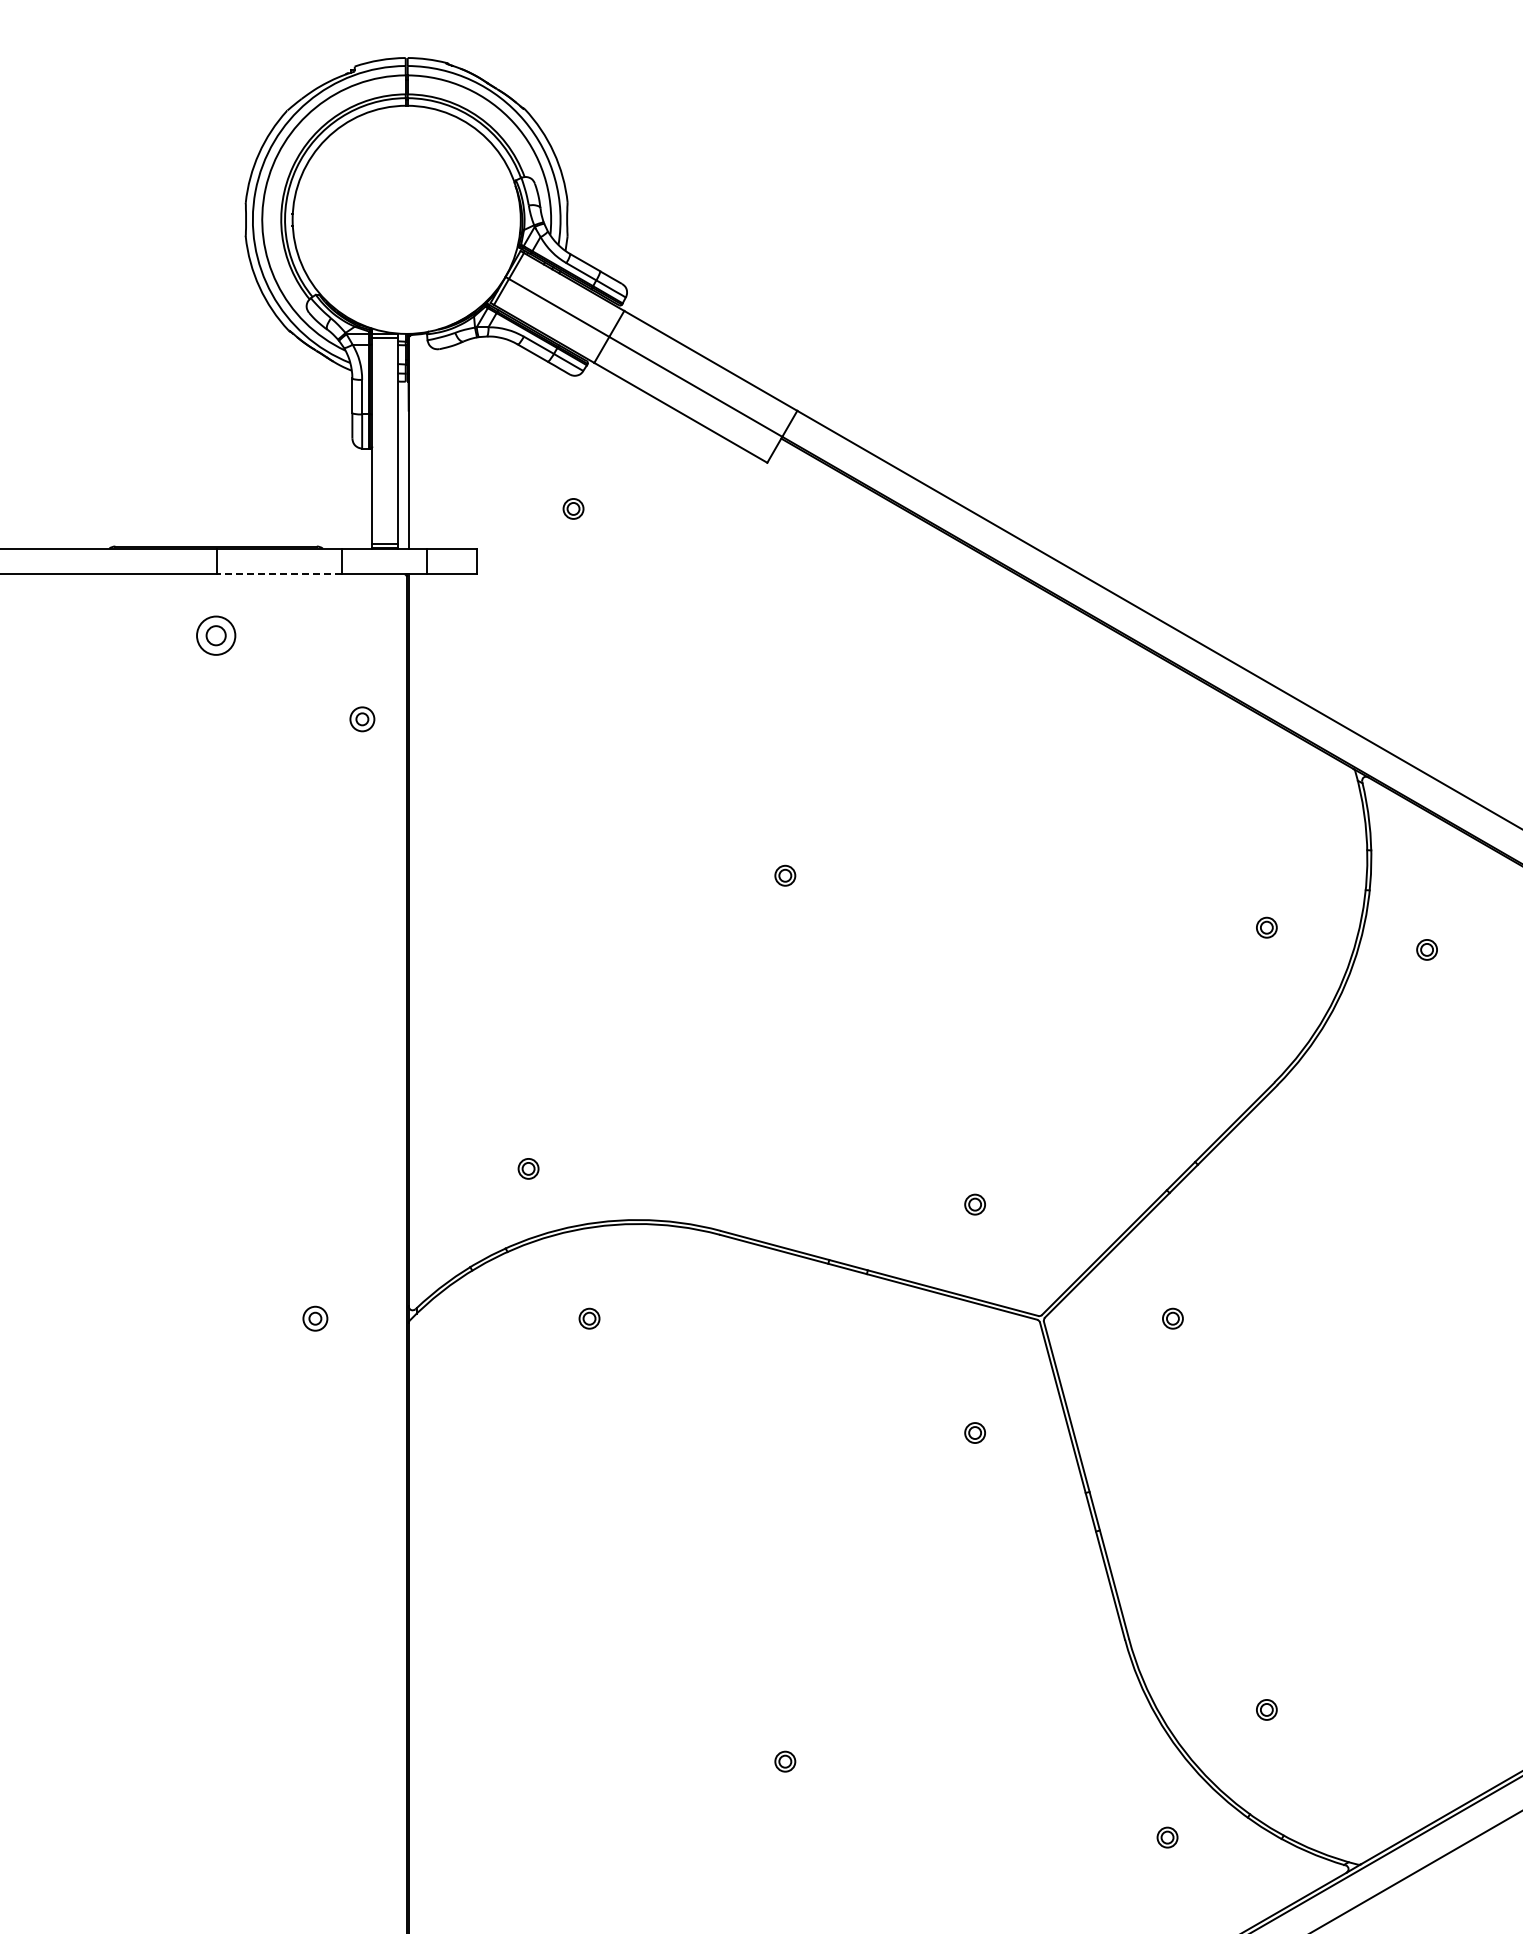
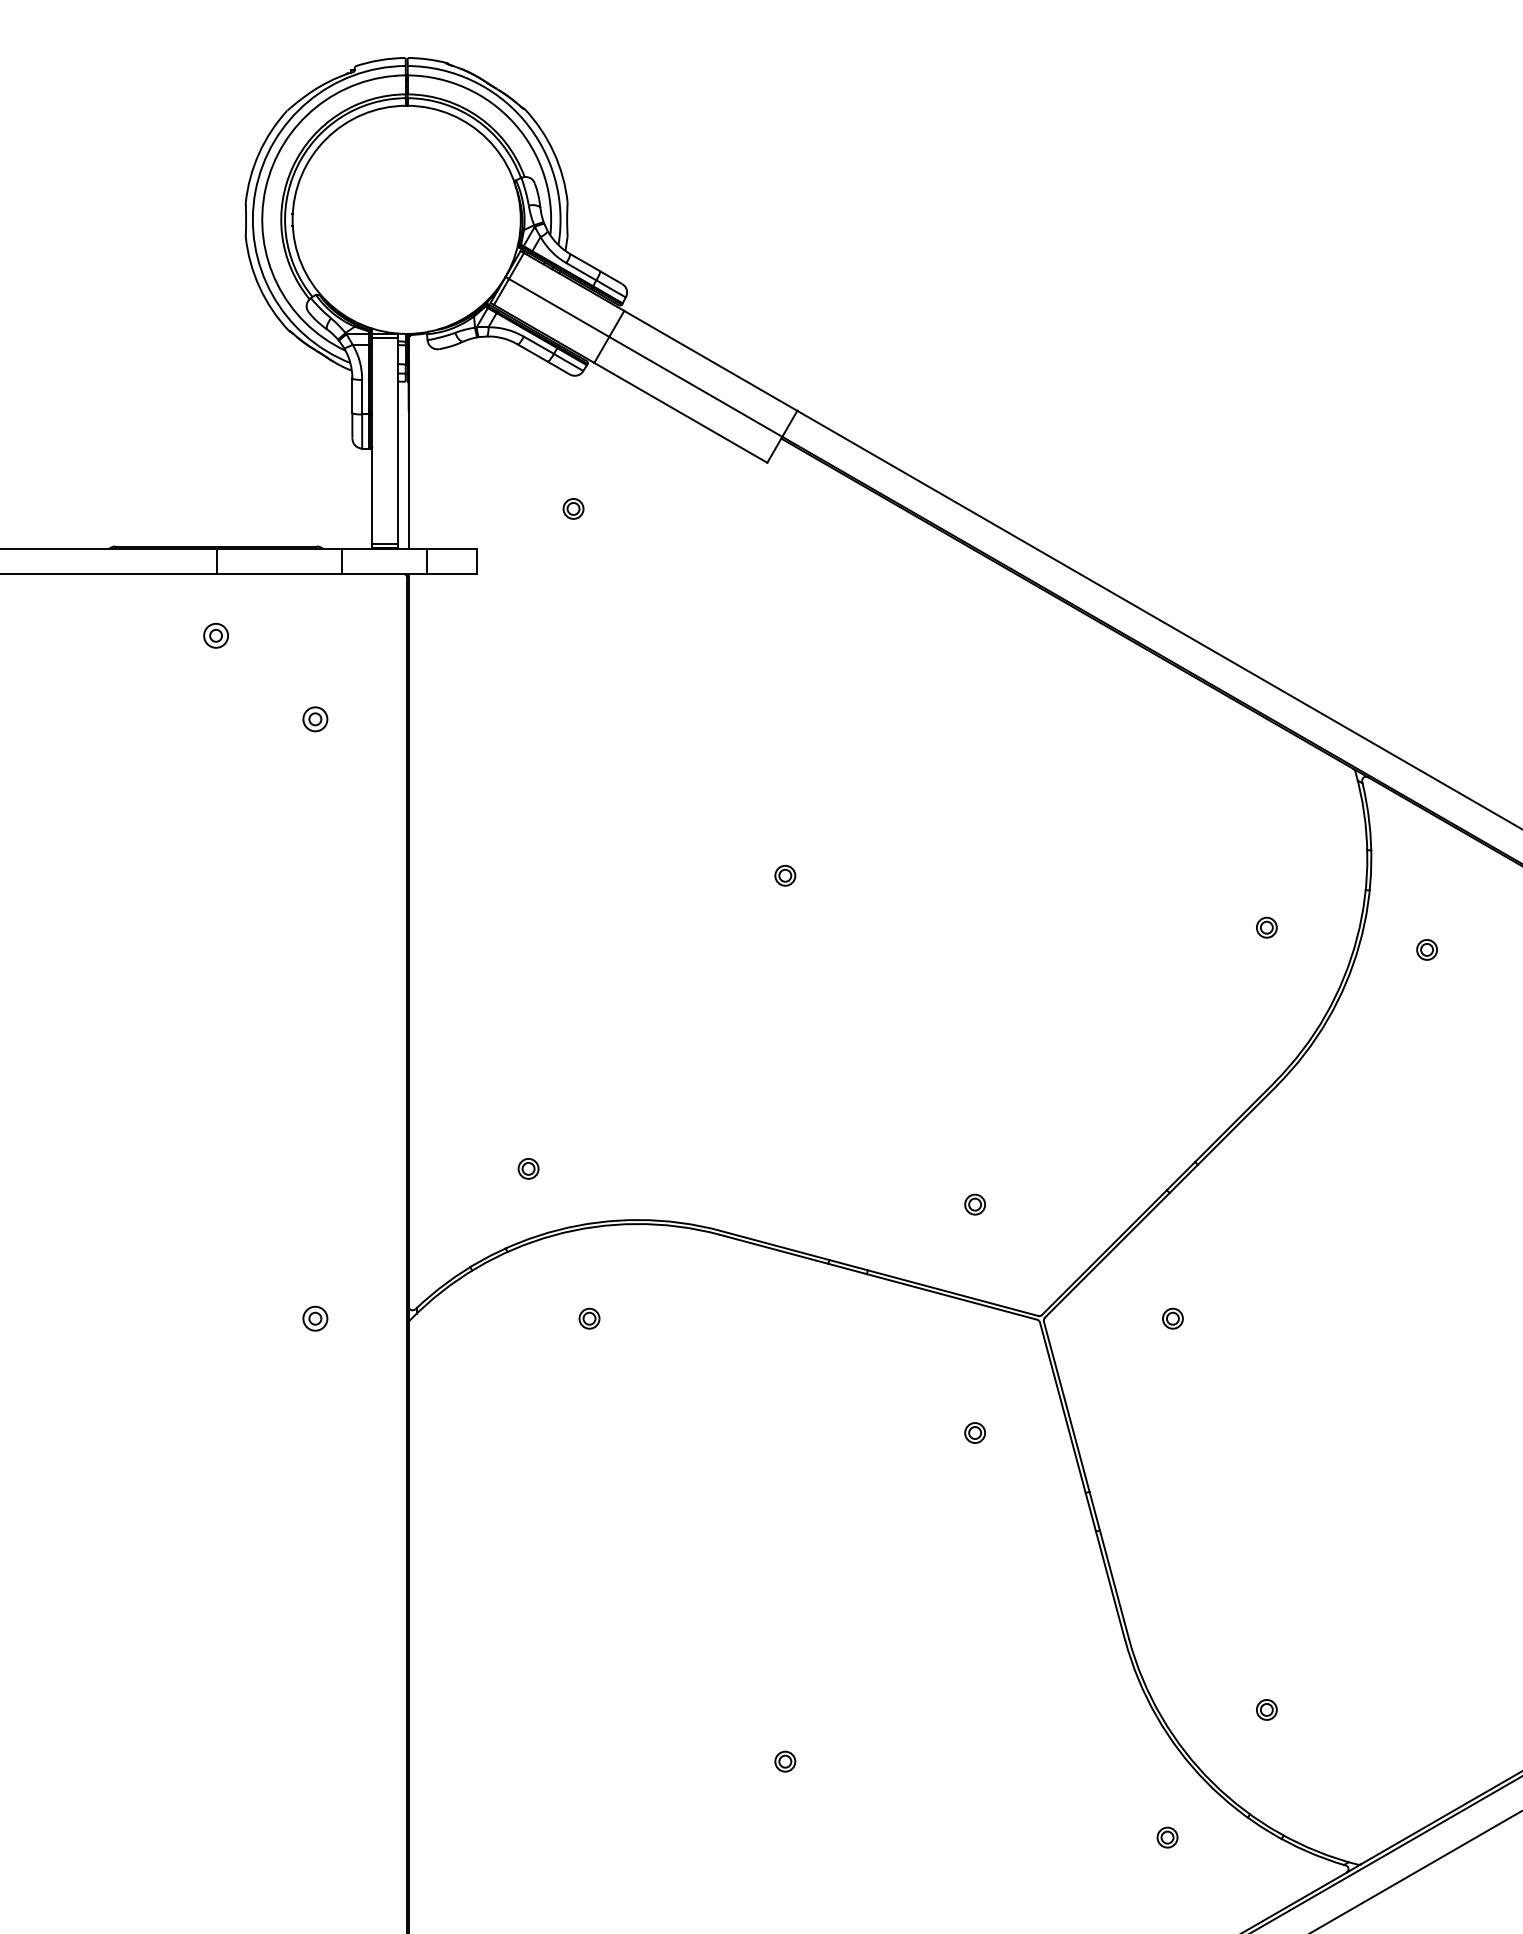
line at (279, 574): dashed -> solid
part at (216, 635) size: 41x41 px -> 26x26 px
part at (362, 719) position: (362, 719) -> (315, 719)
